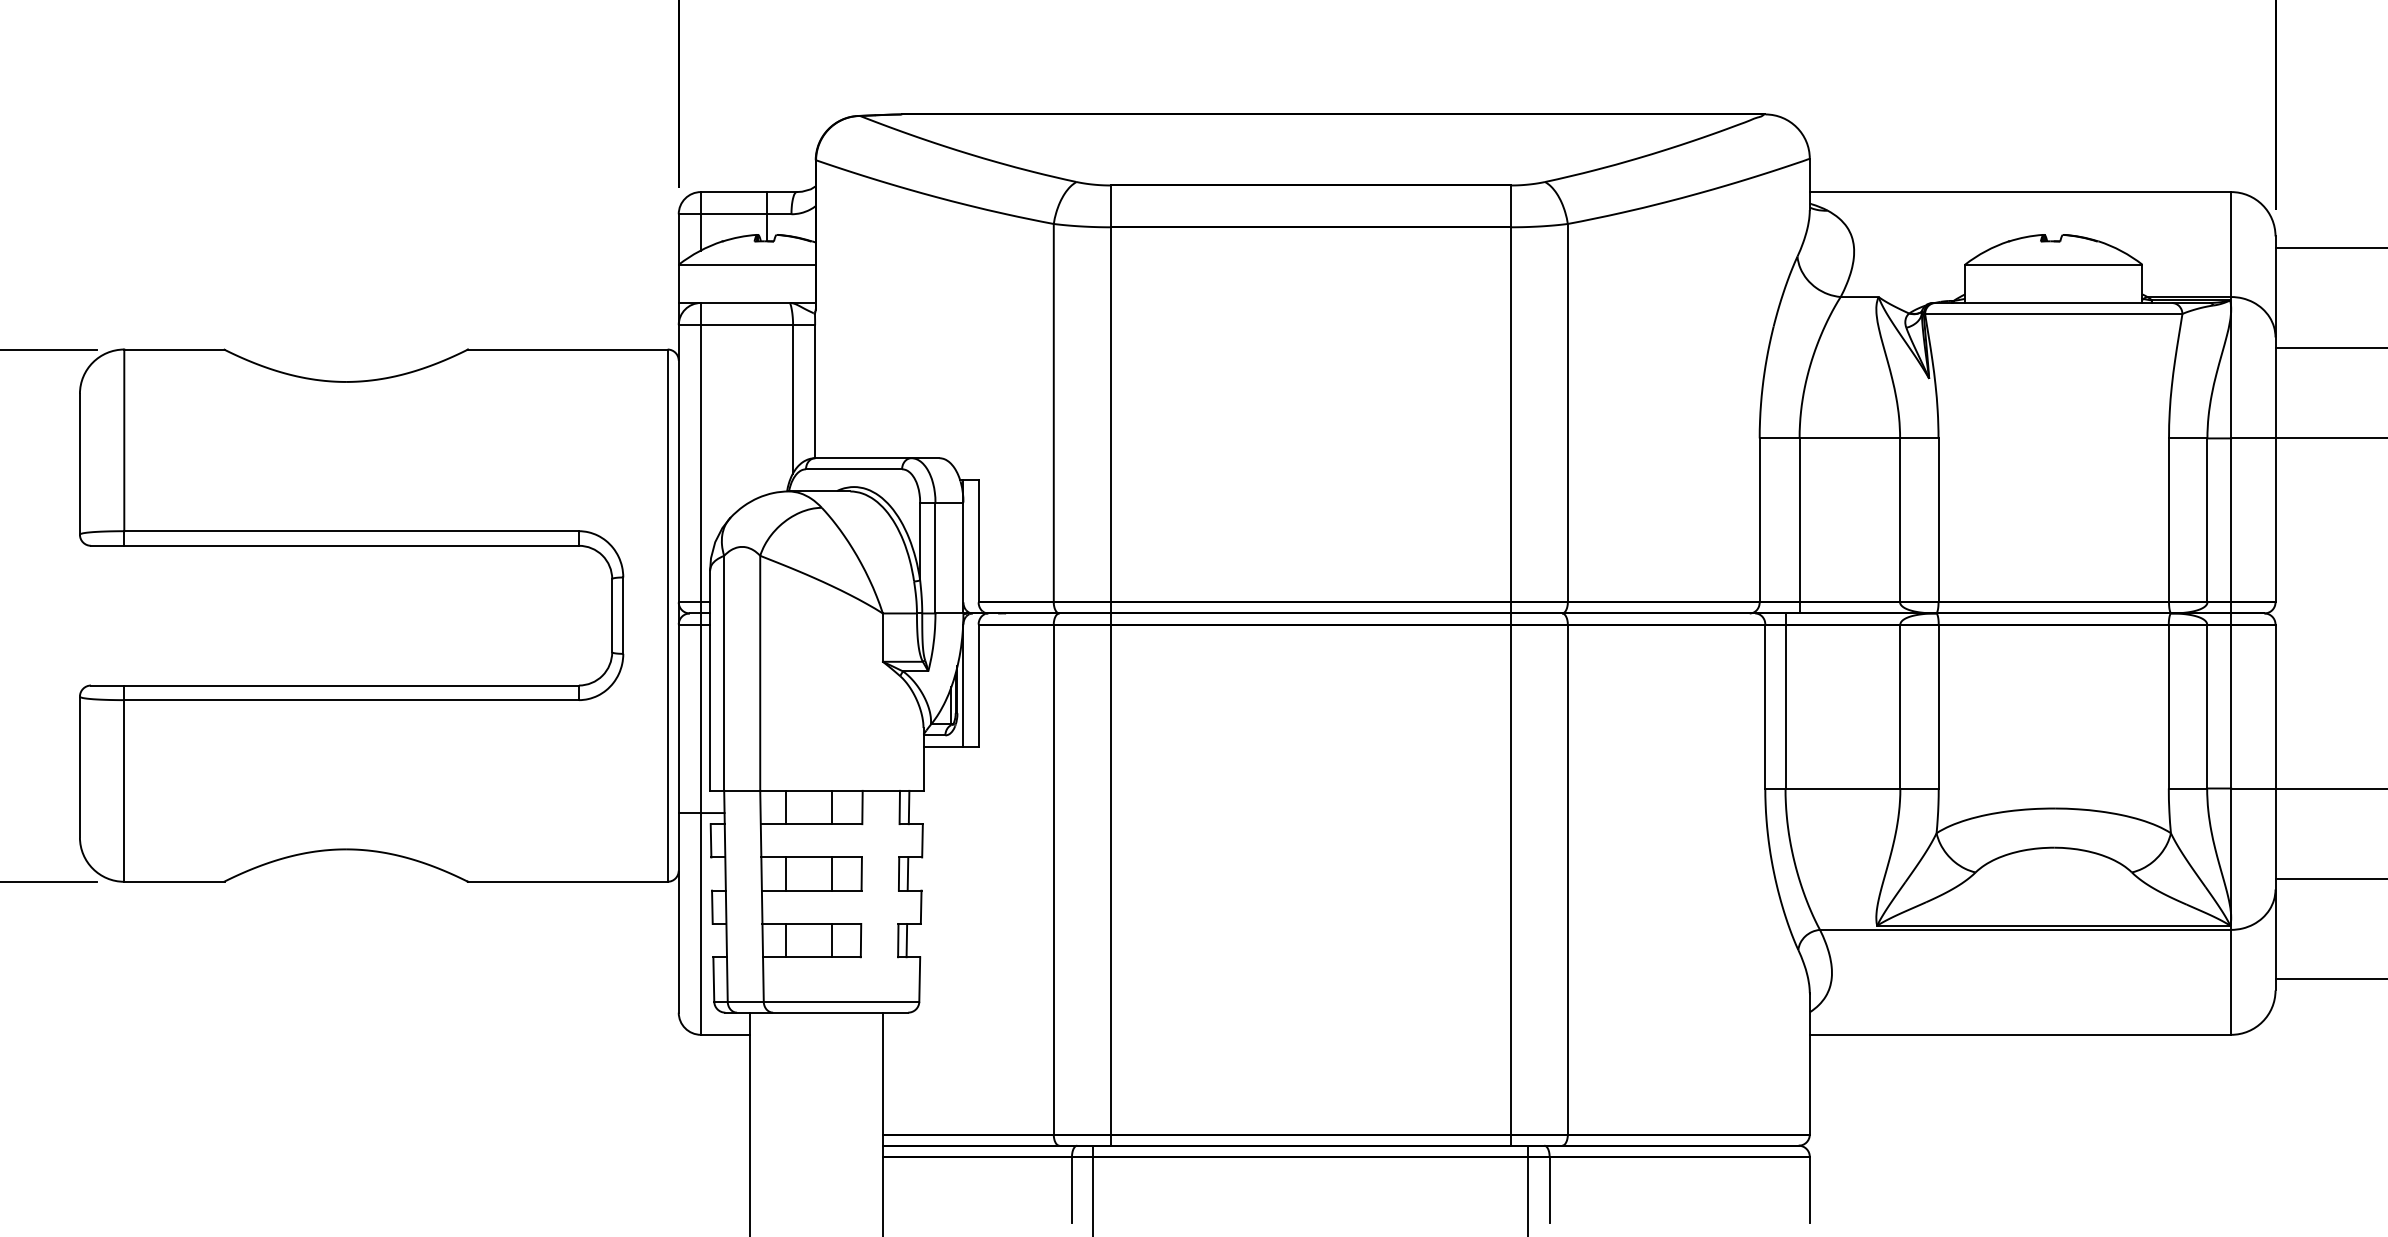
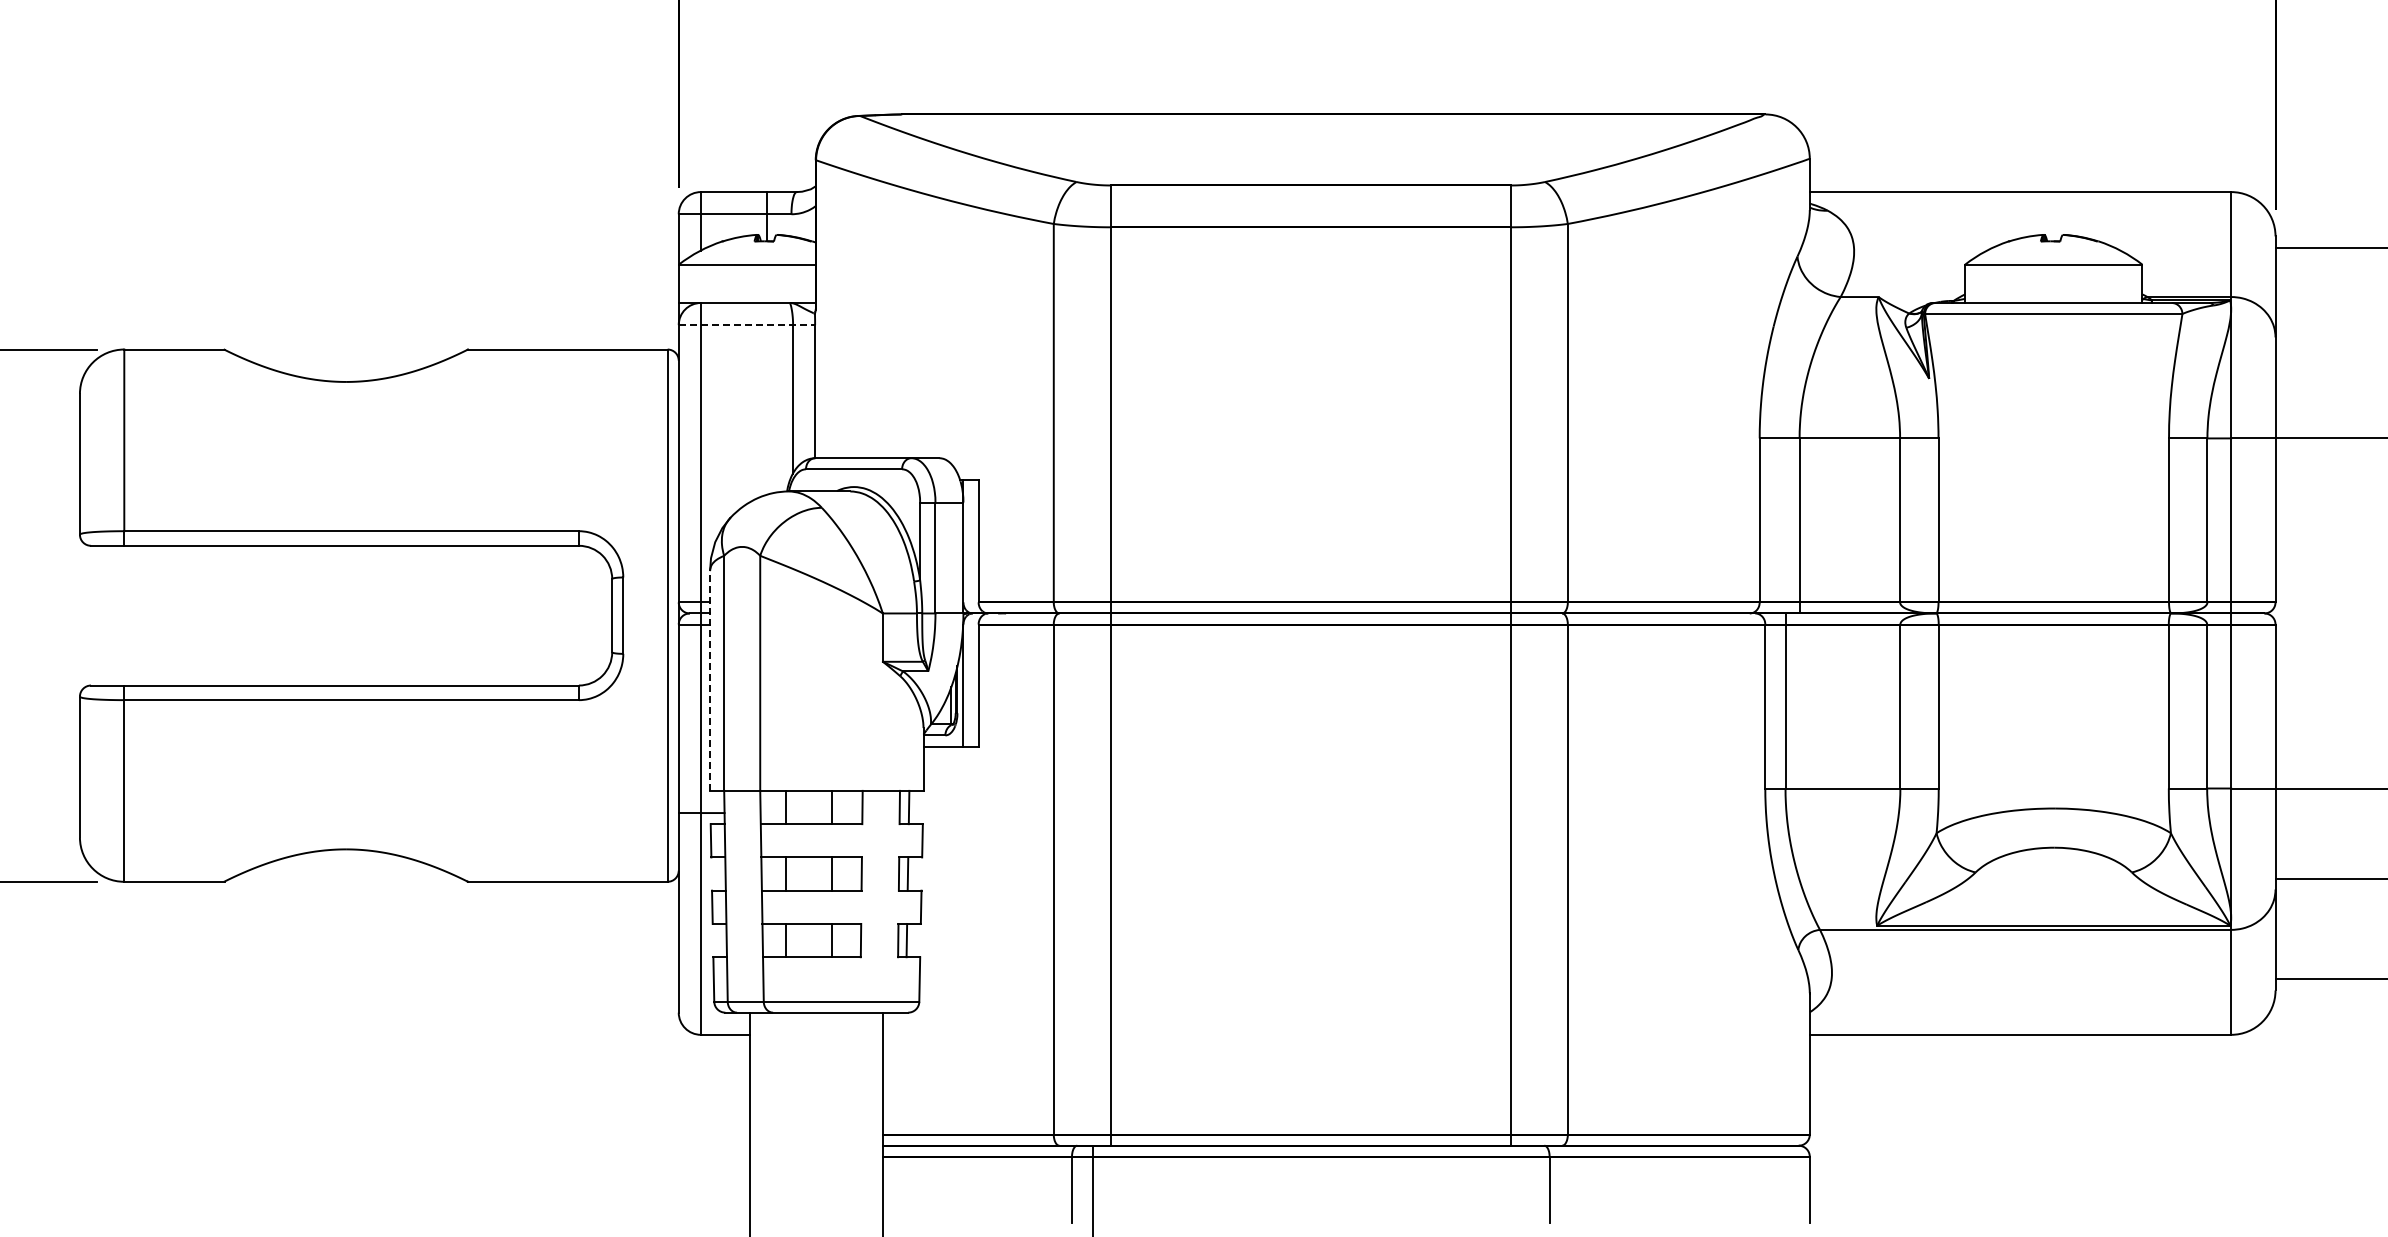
line at (747, 325): solid -> dashed
line at (2329, 347): present -> none
line at (710, 680): solid -> dashed
line at (1528, 1189): present -> none
